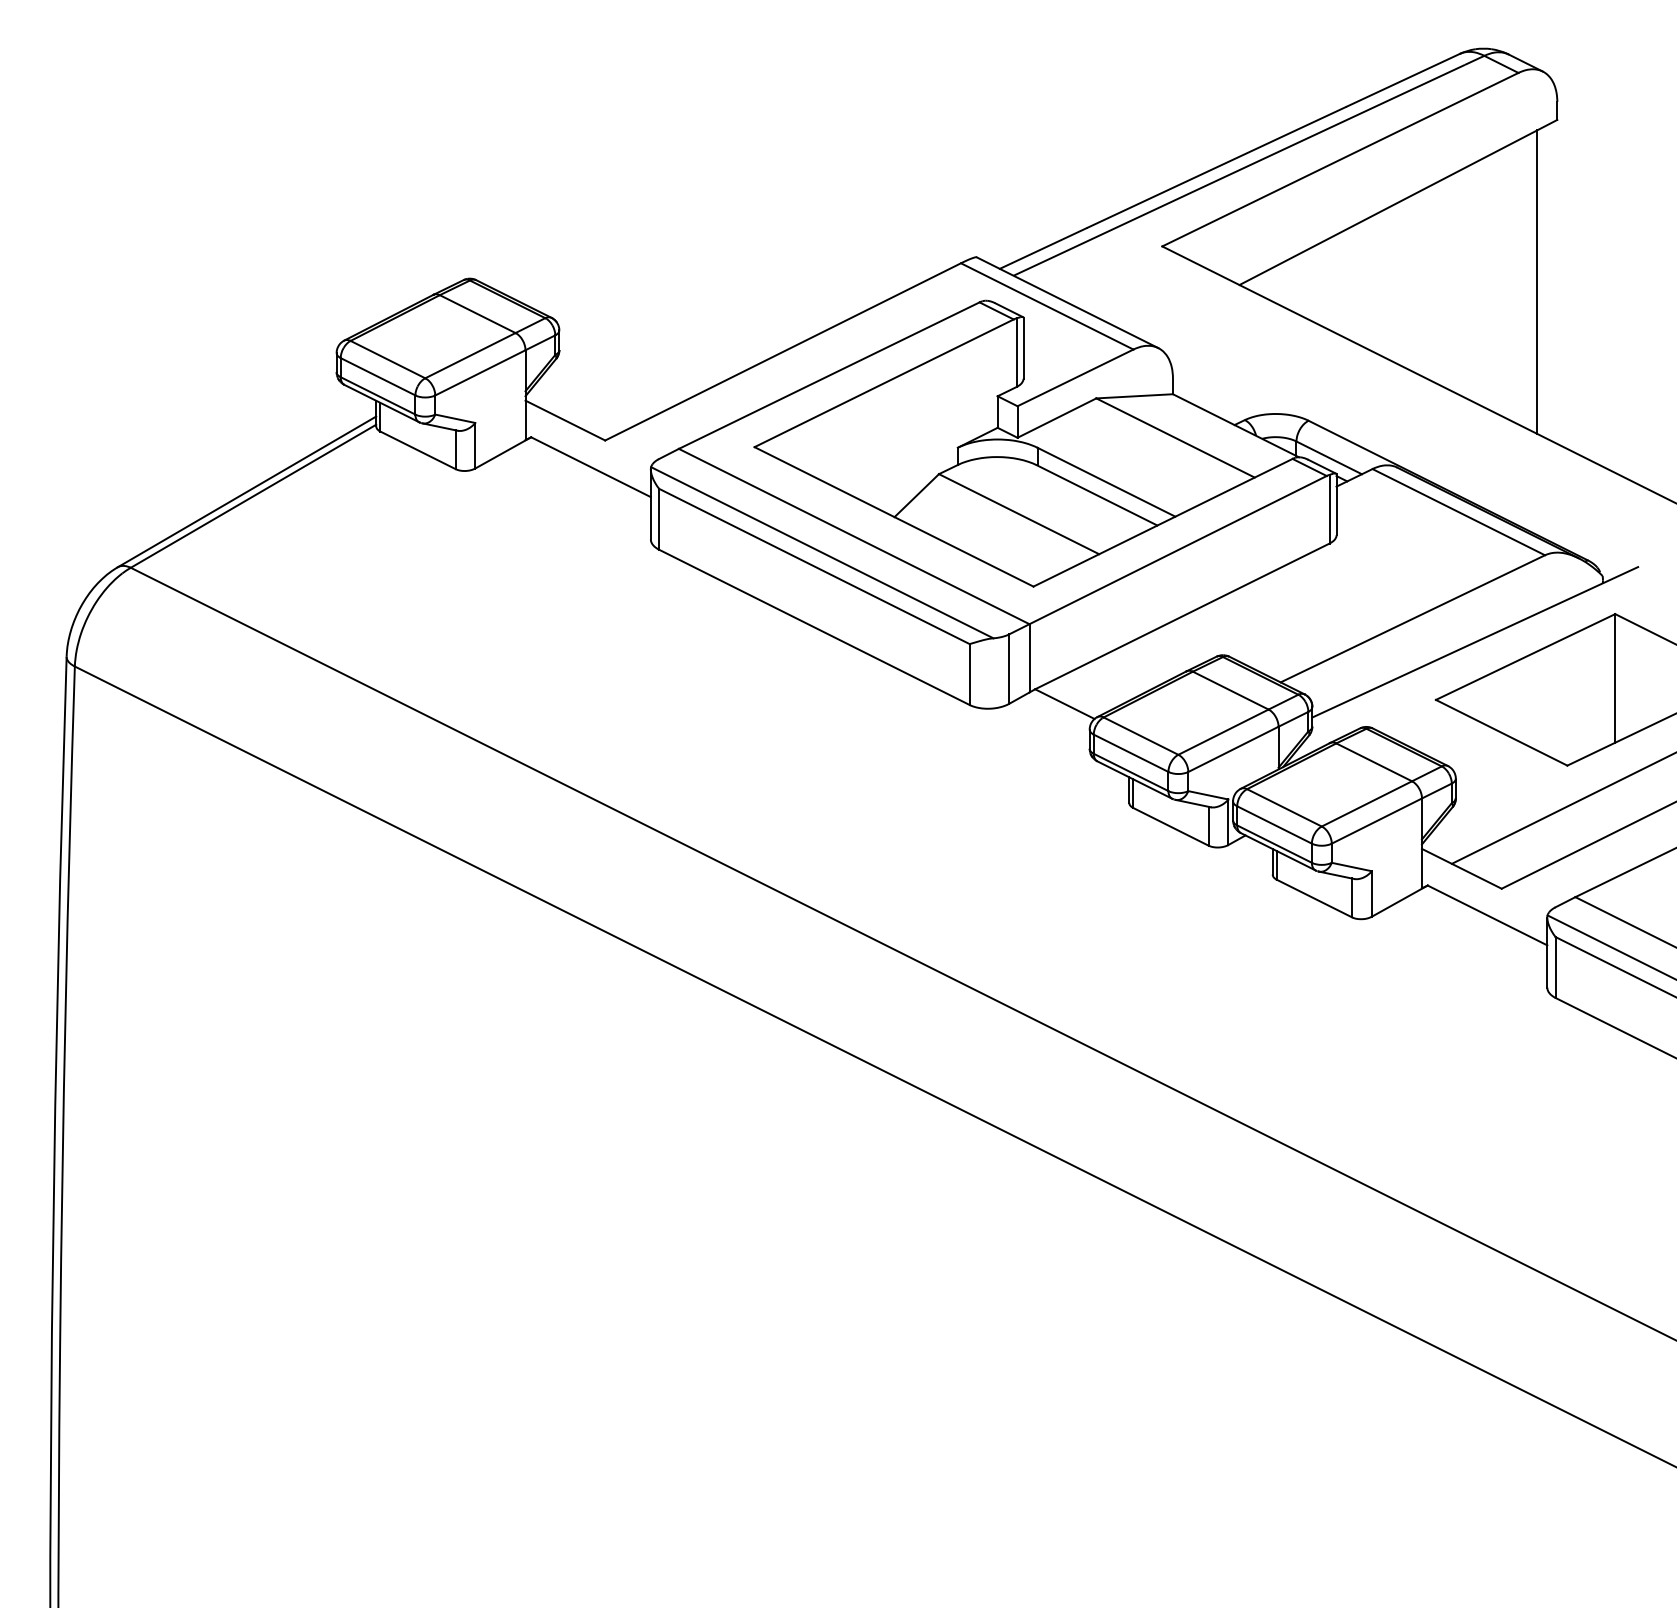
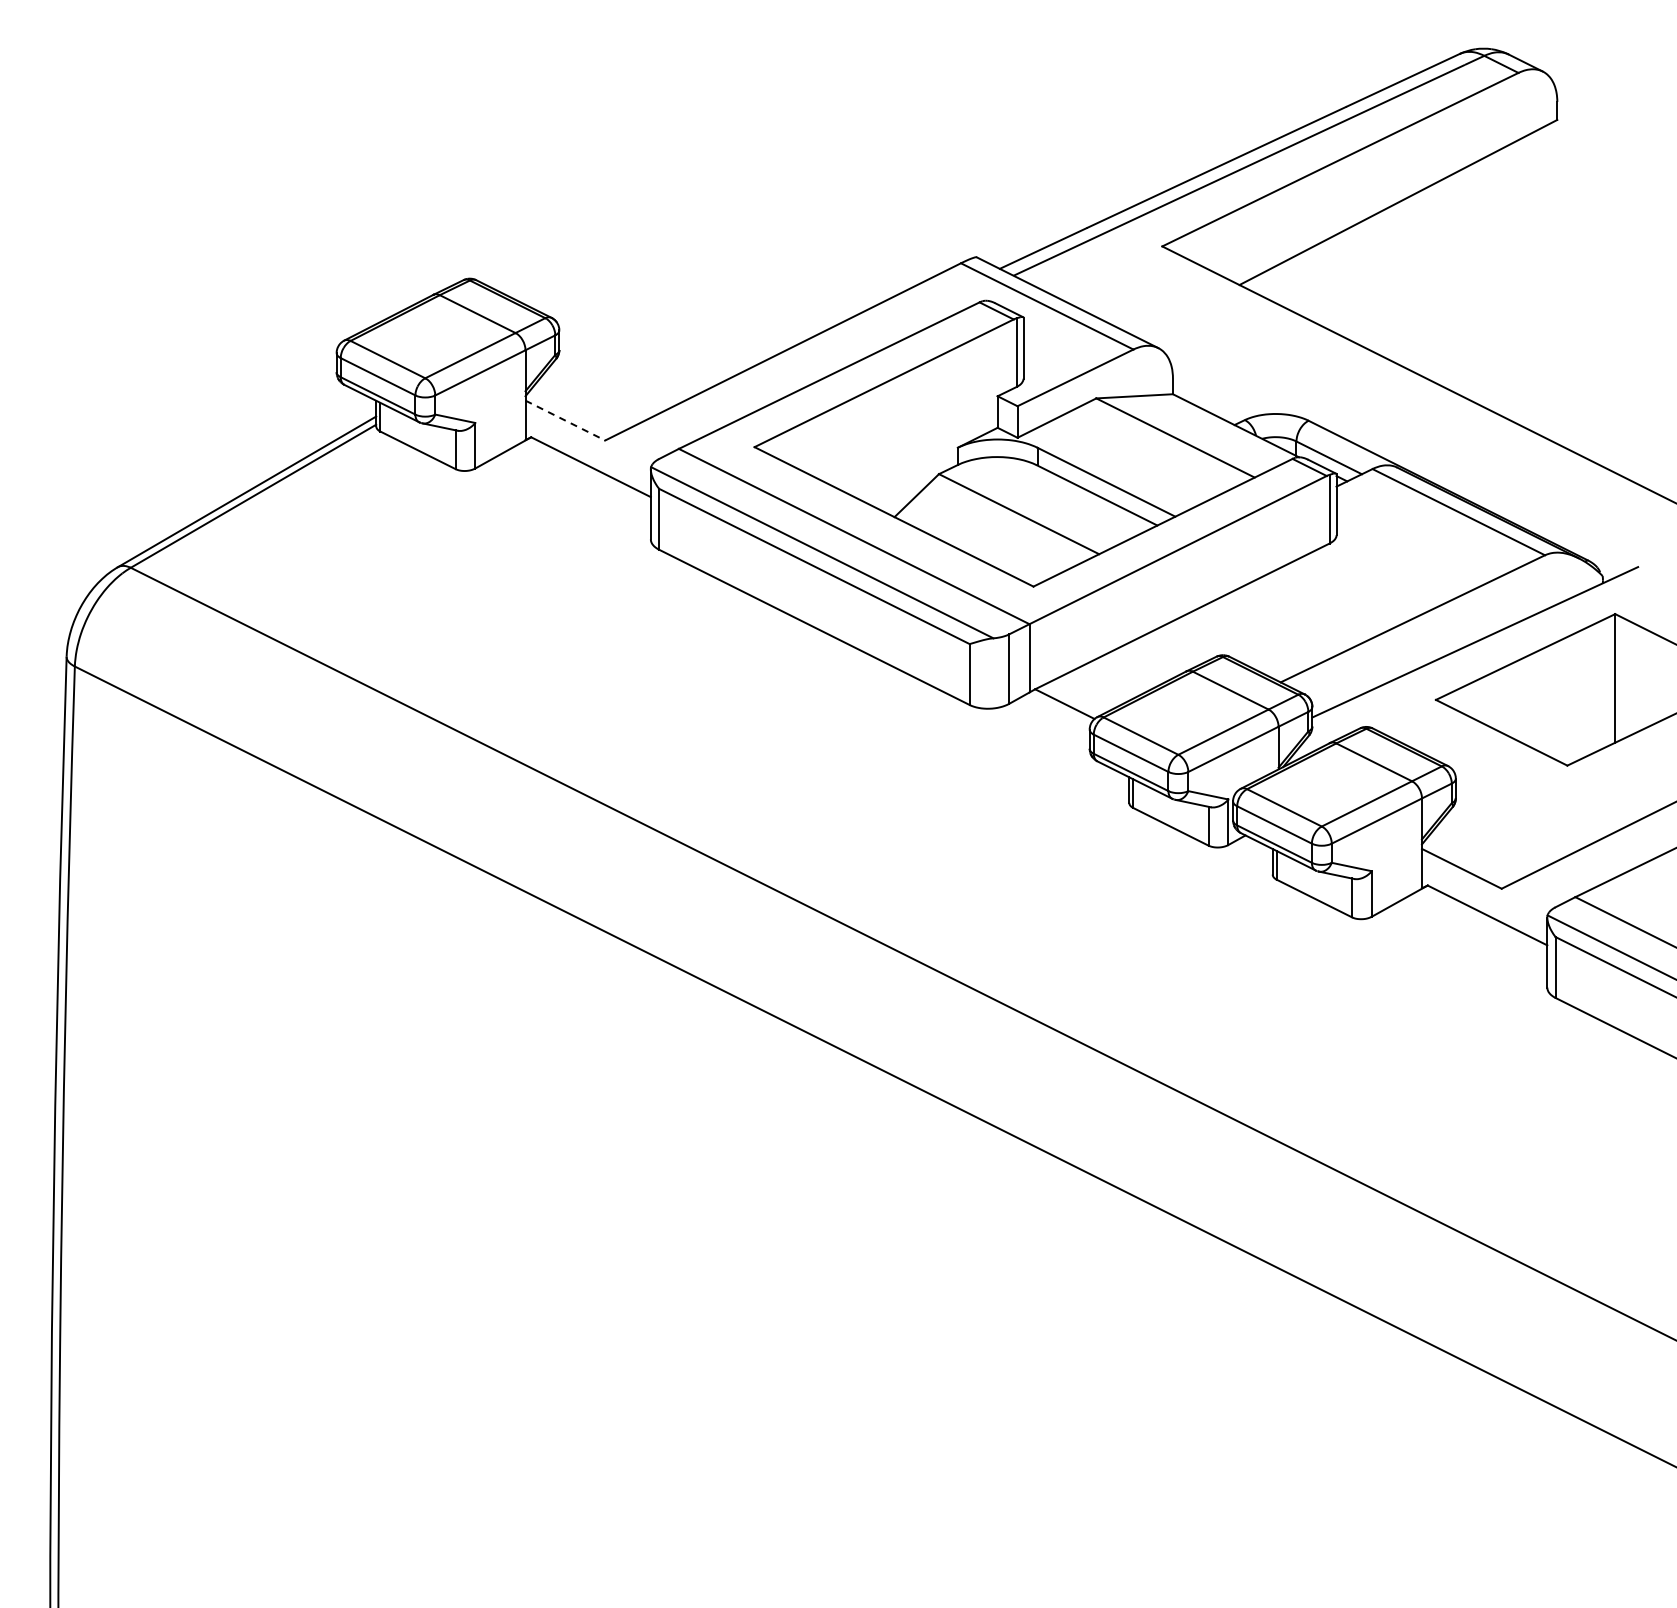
line at (1537, 281): present -> none
line at (565, 420): solid -> dashed
line at (1562, 808): present -> none
